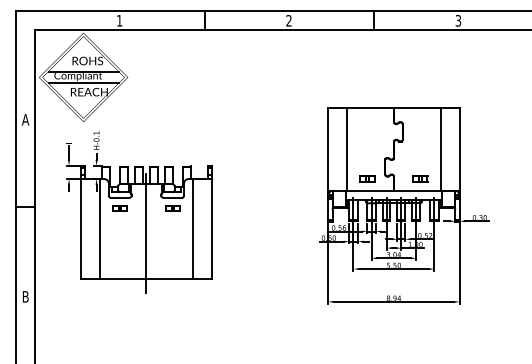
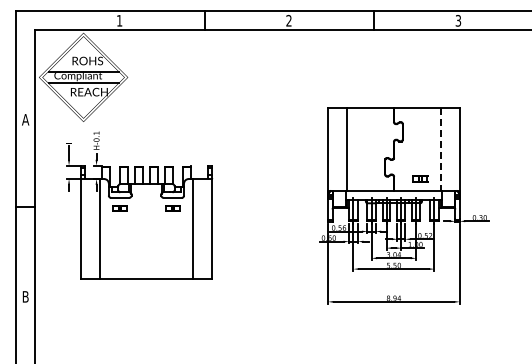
line at (440, 150): solid -> dashed
part at (367, 178): present -> none
line at (146, 232): present -> none
